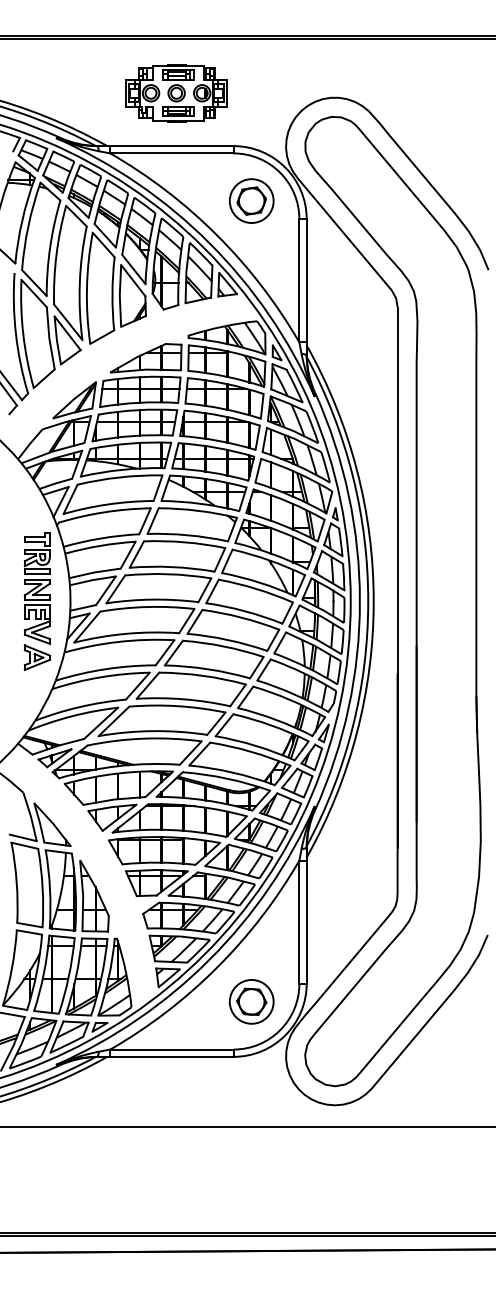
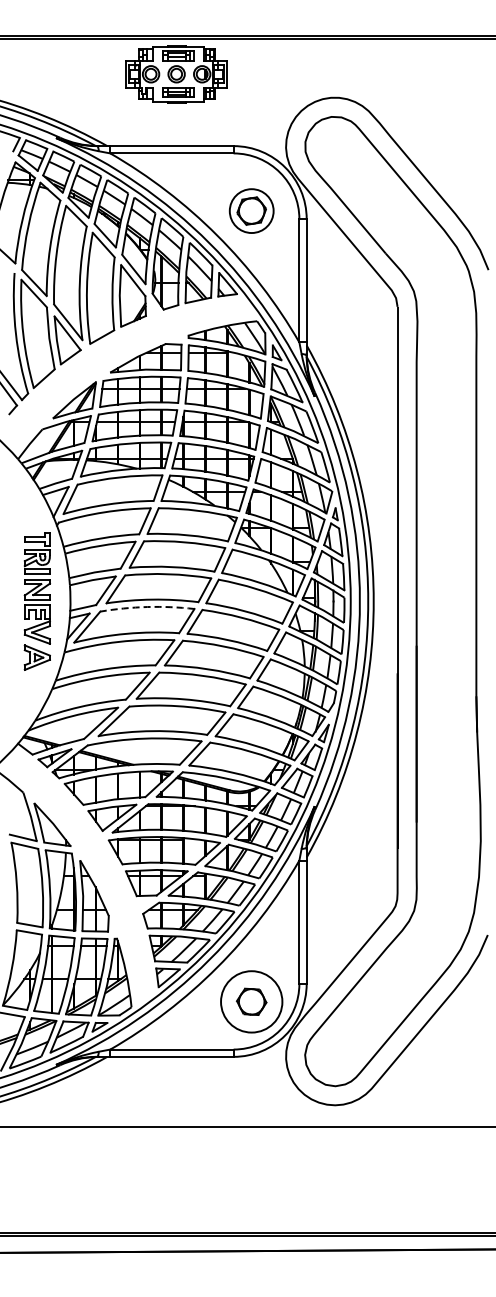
part at (176, 93) position: (176, 93) -> (176, 74)
part at (251, 200) position: (251, 200) -> (251, 210)
arc at (147, 607): solid -> dashed
circle at (251, 1001) diameter: 44 px -> 61 px
